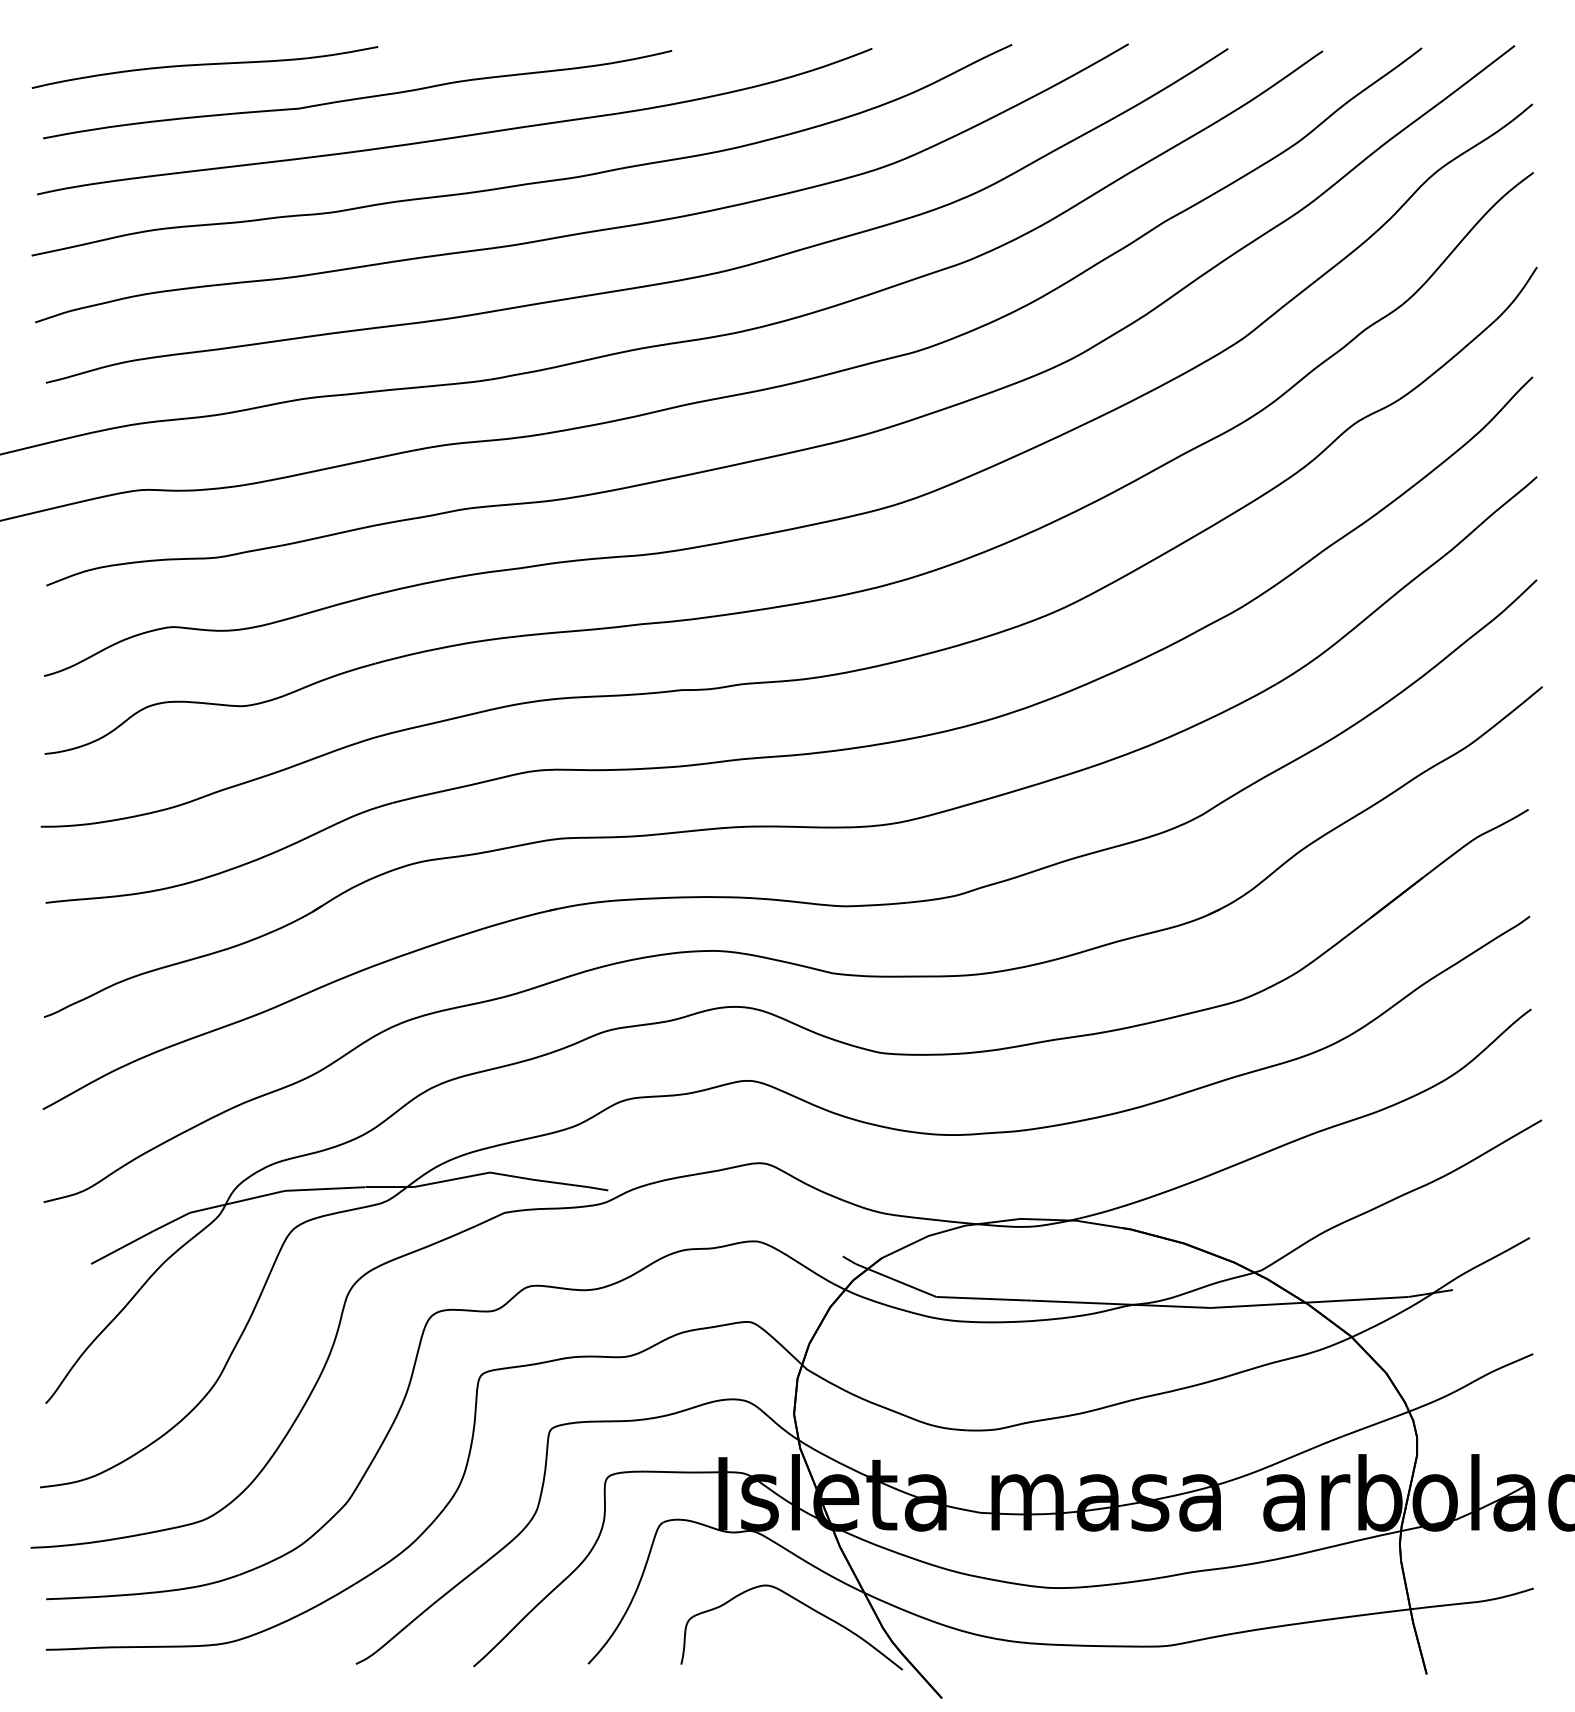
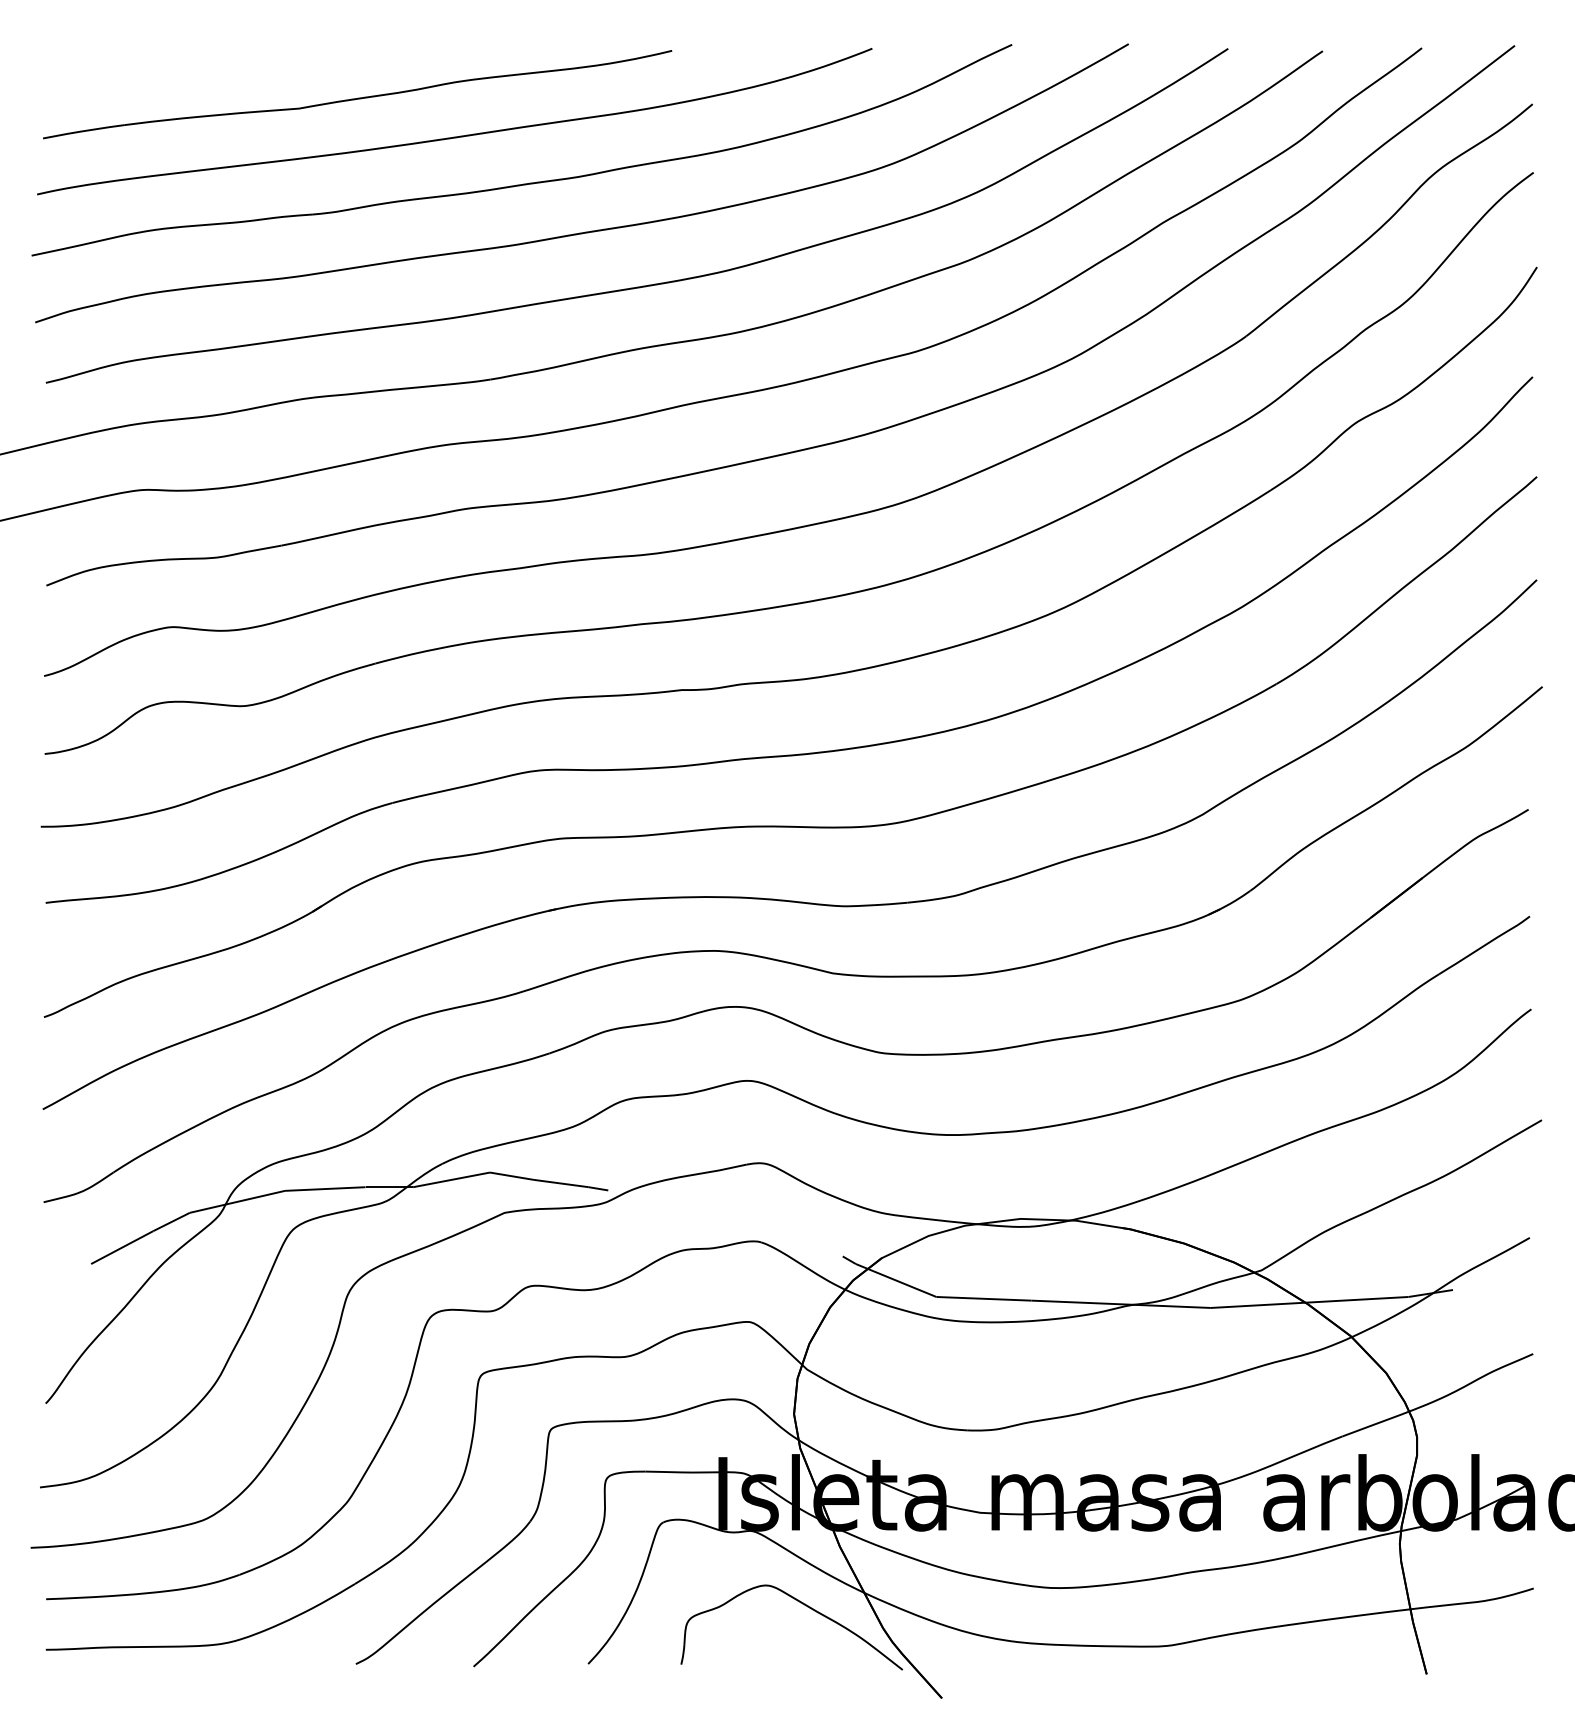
part at (204, 67): present -> none
